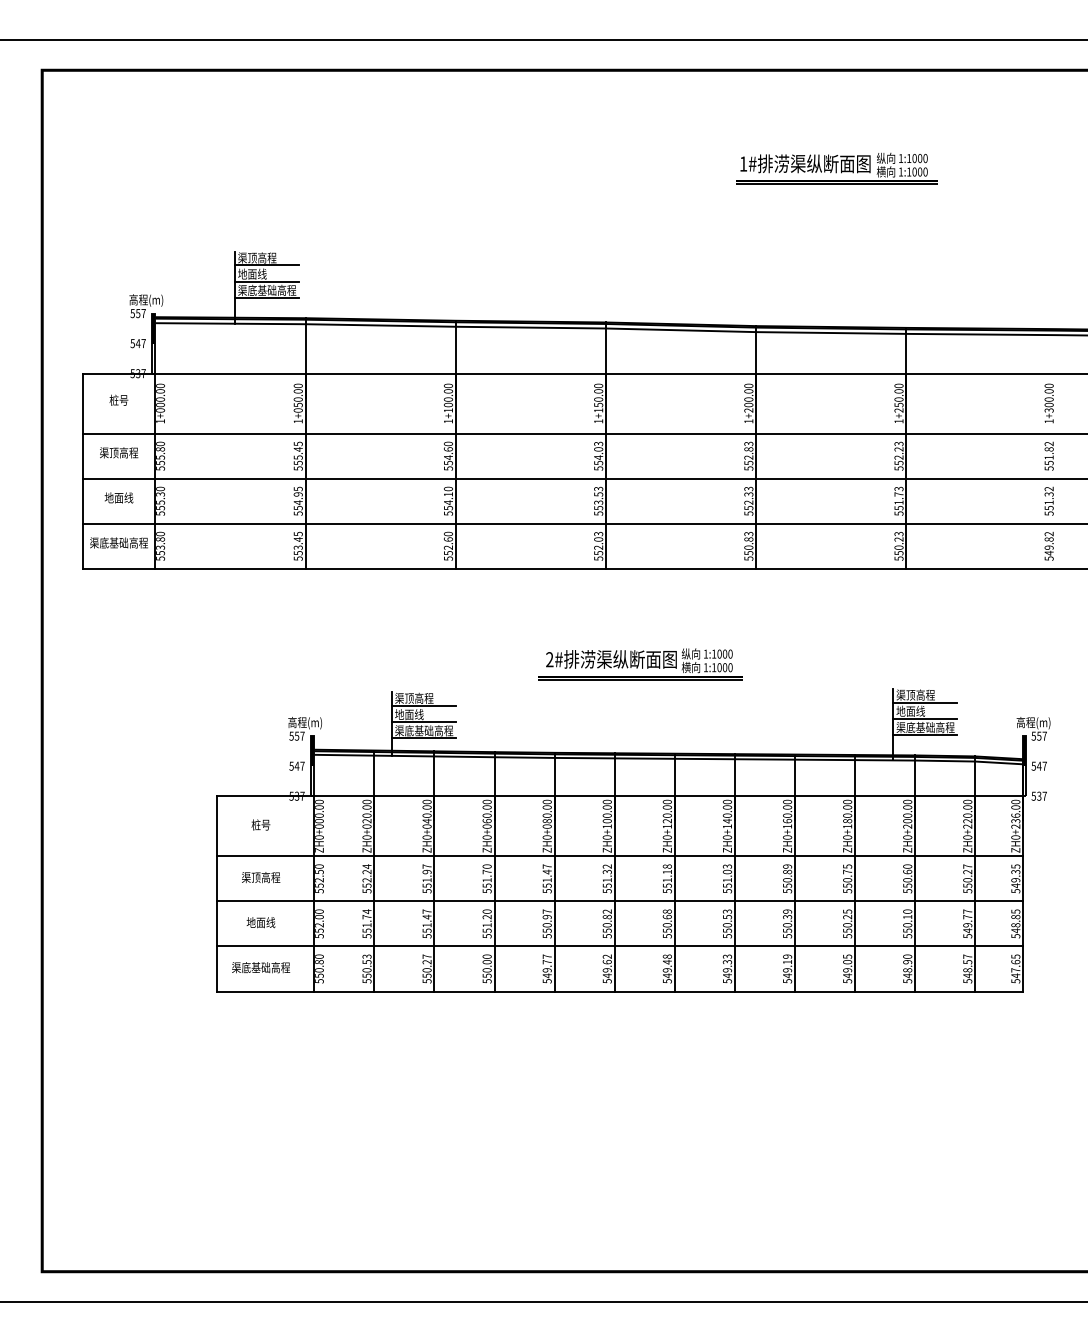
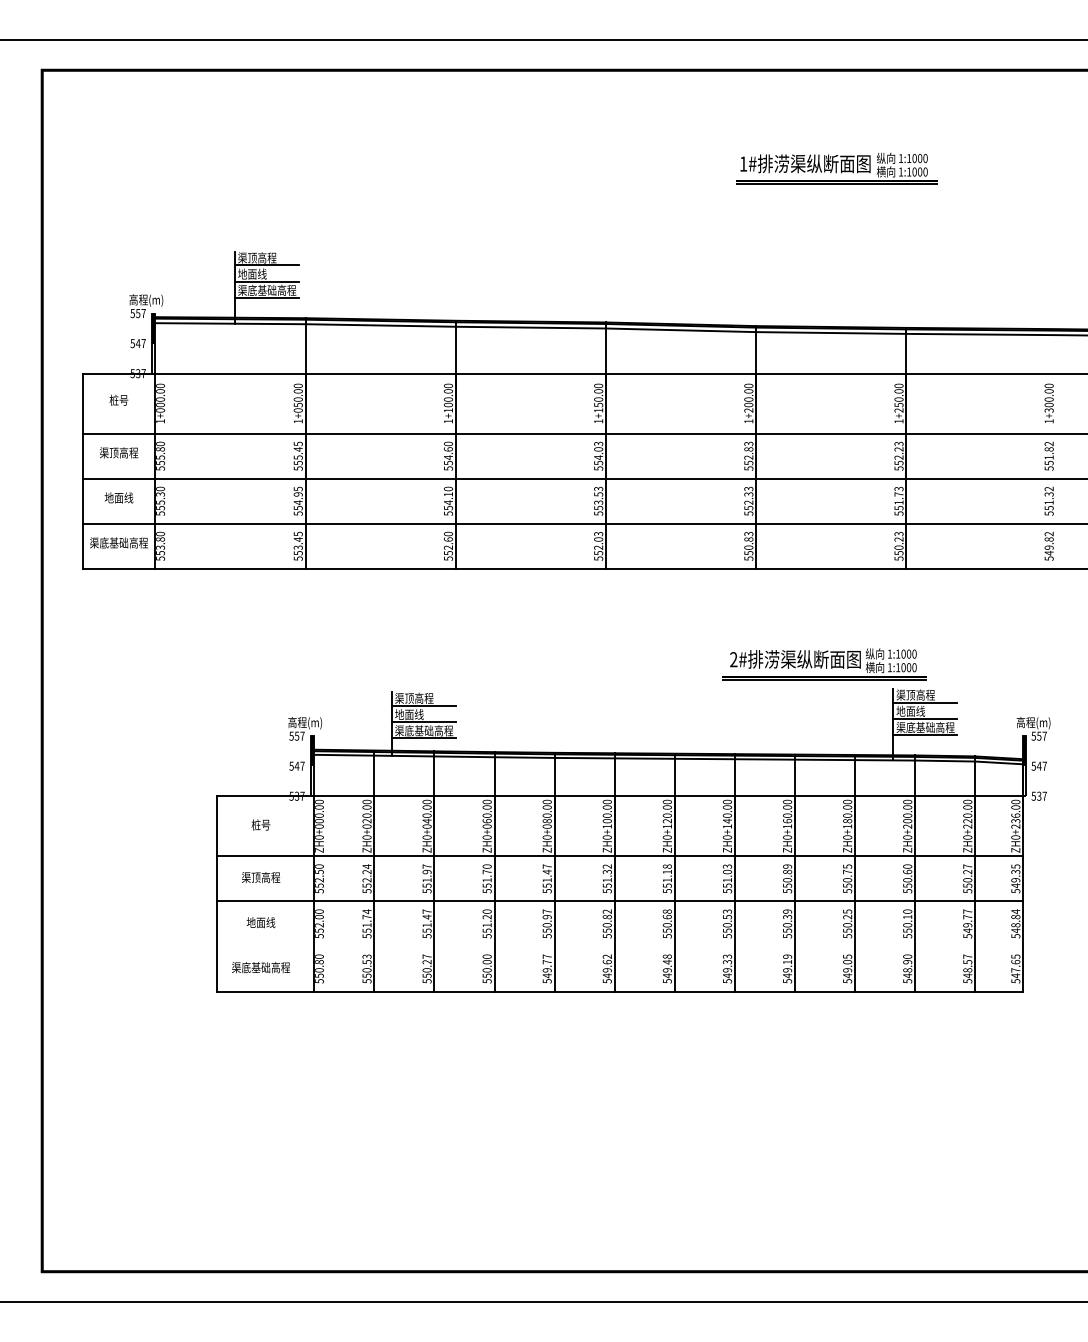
part at (640, 664) position: (640, 664) -> (824, 664)
text at (1015, 911): 548.85 -> 548.84
line at (619, 946): present -> none
